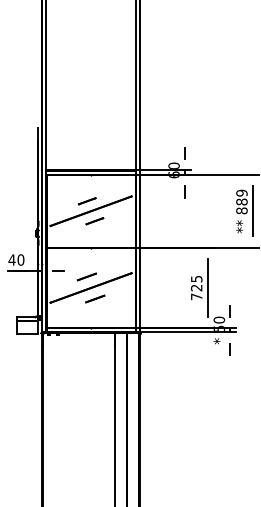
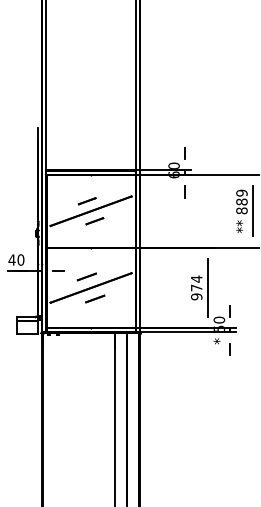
text at (196, 287): 725 -> 974
